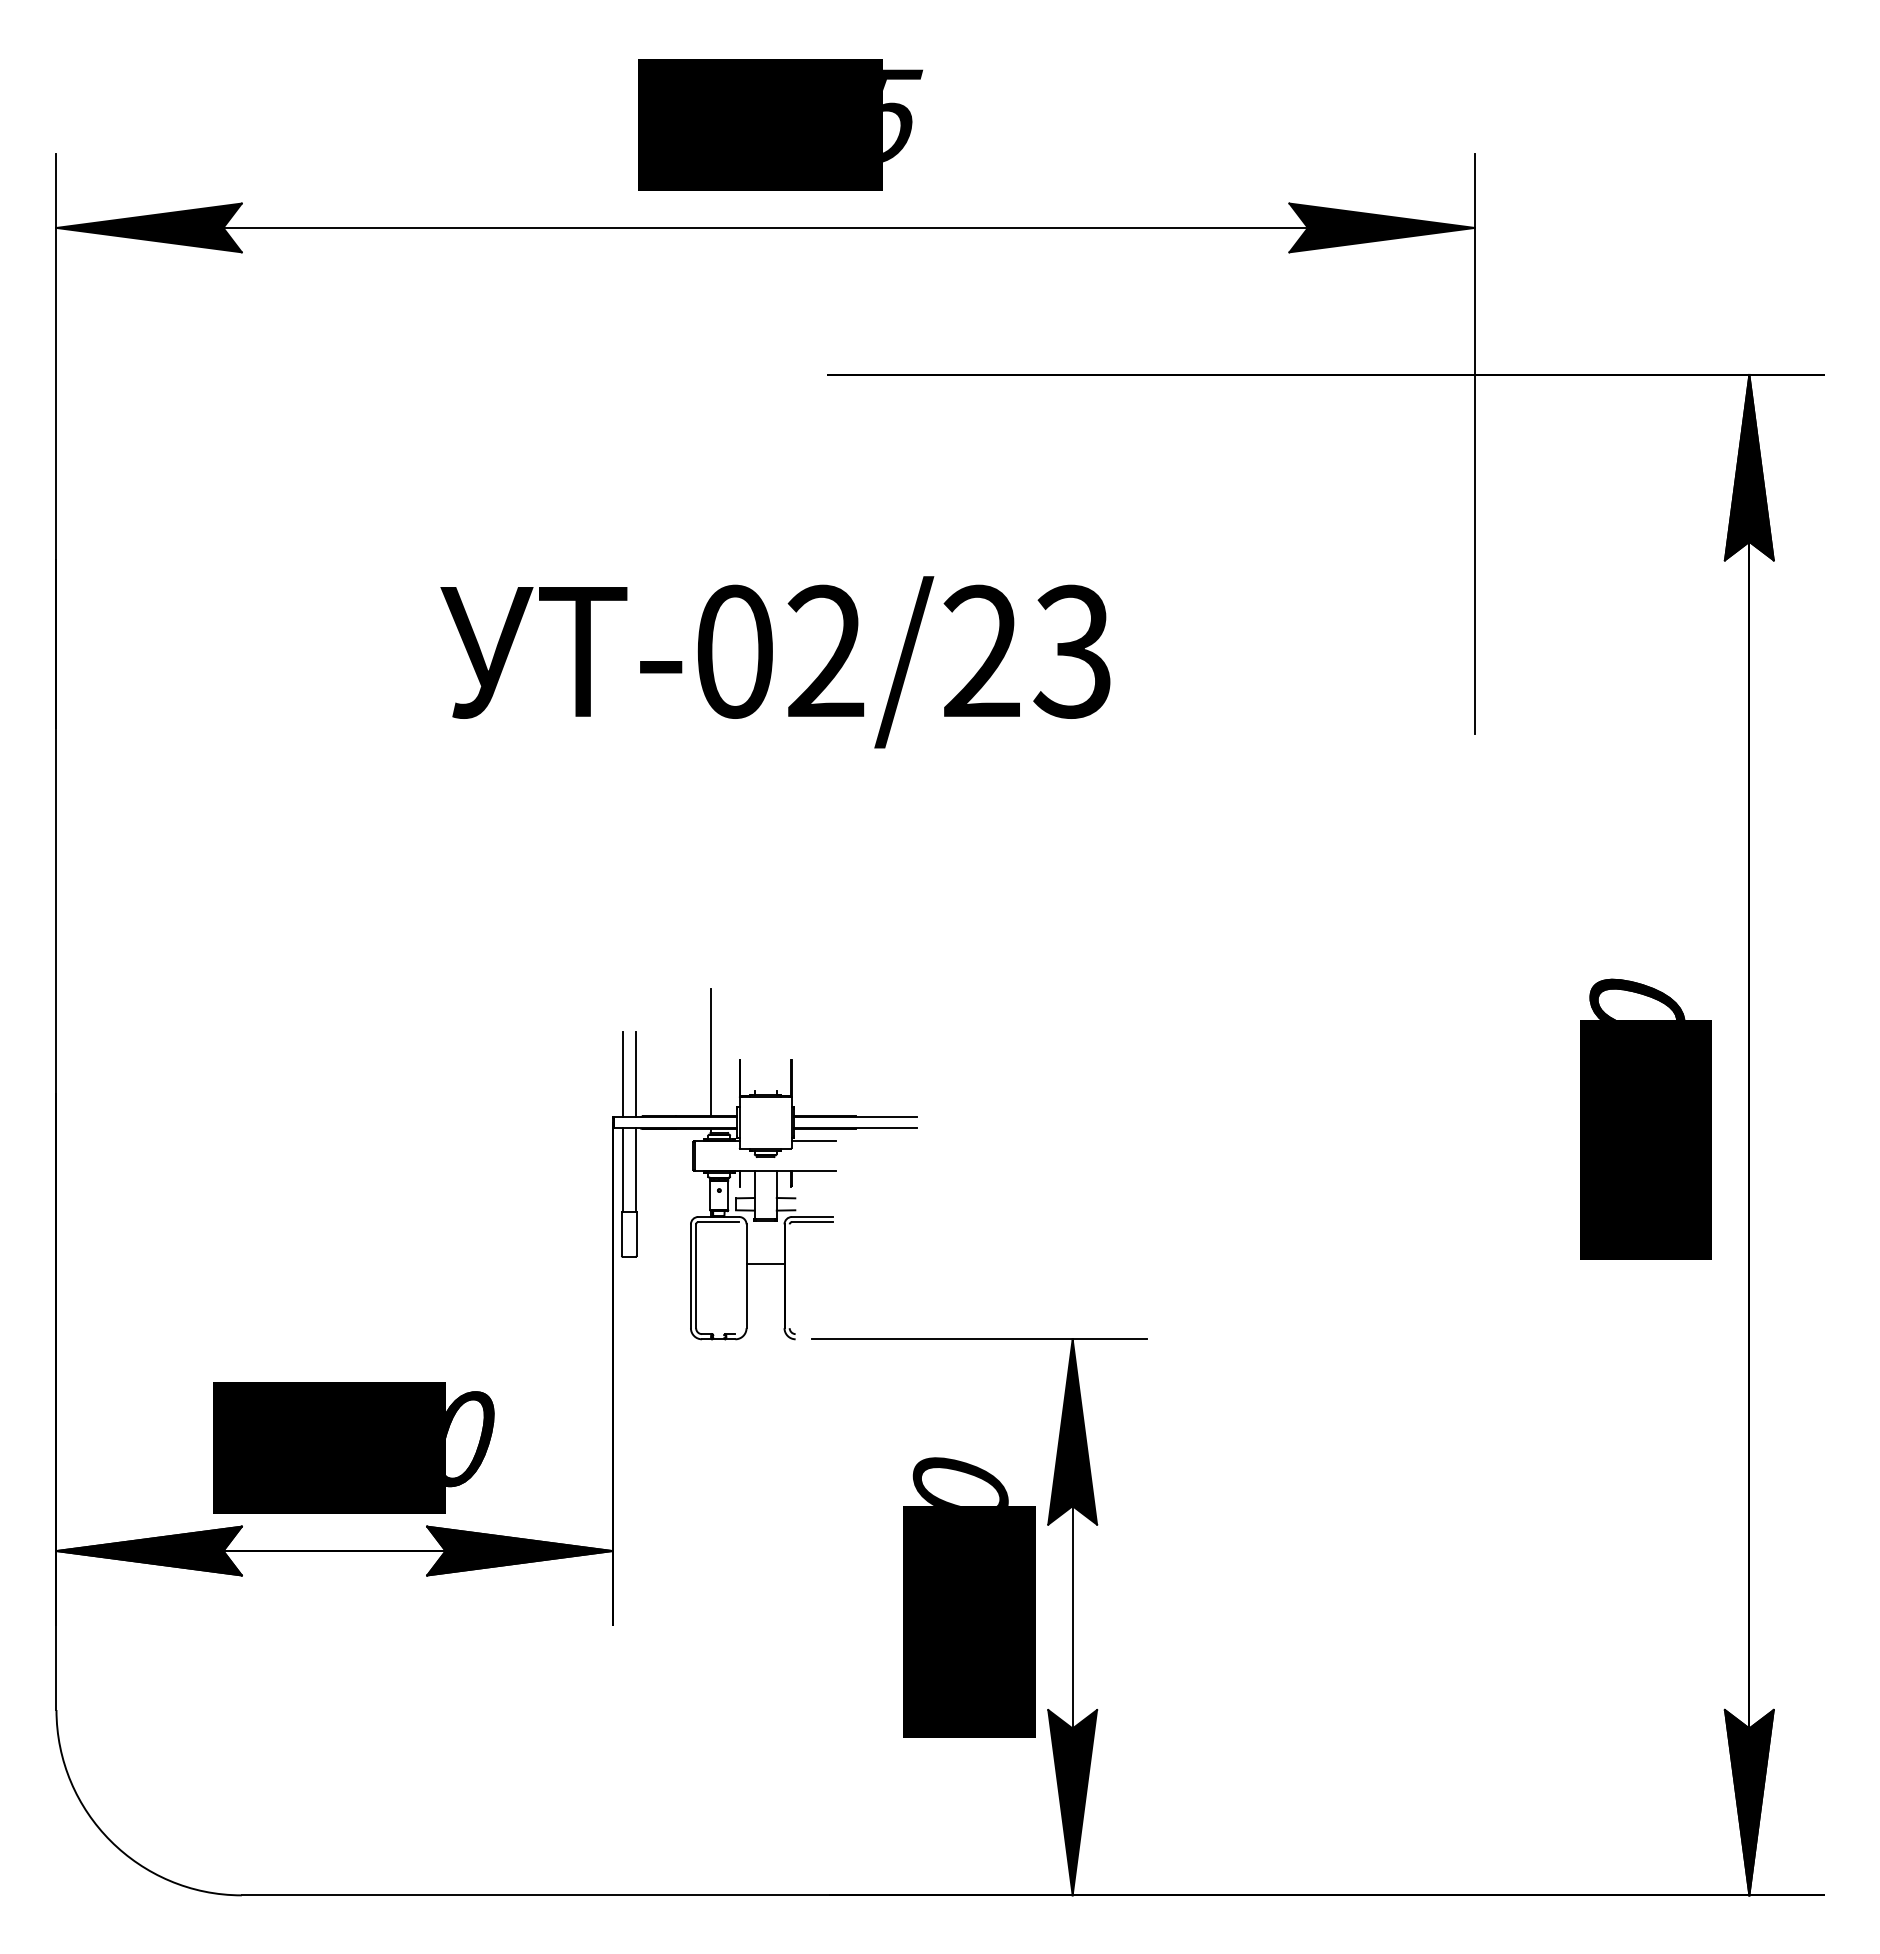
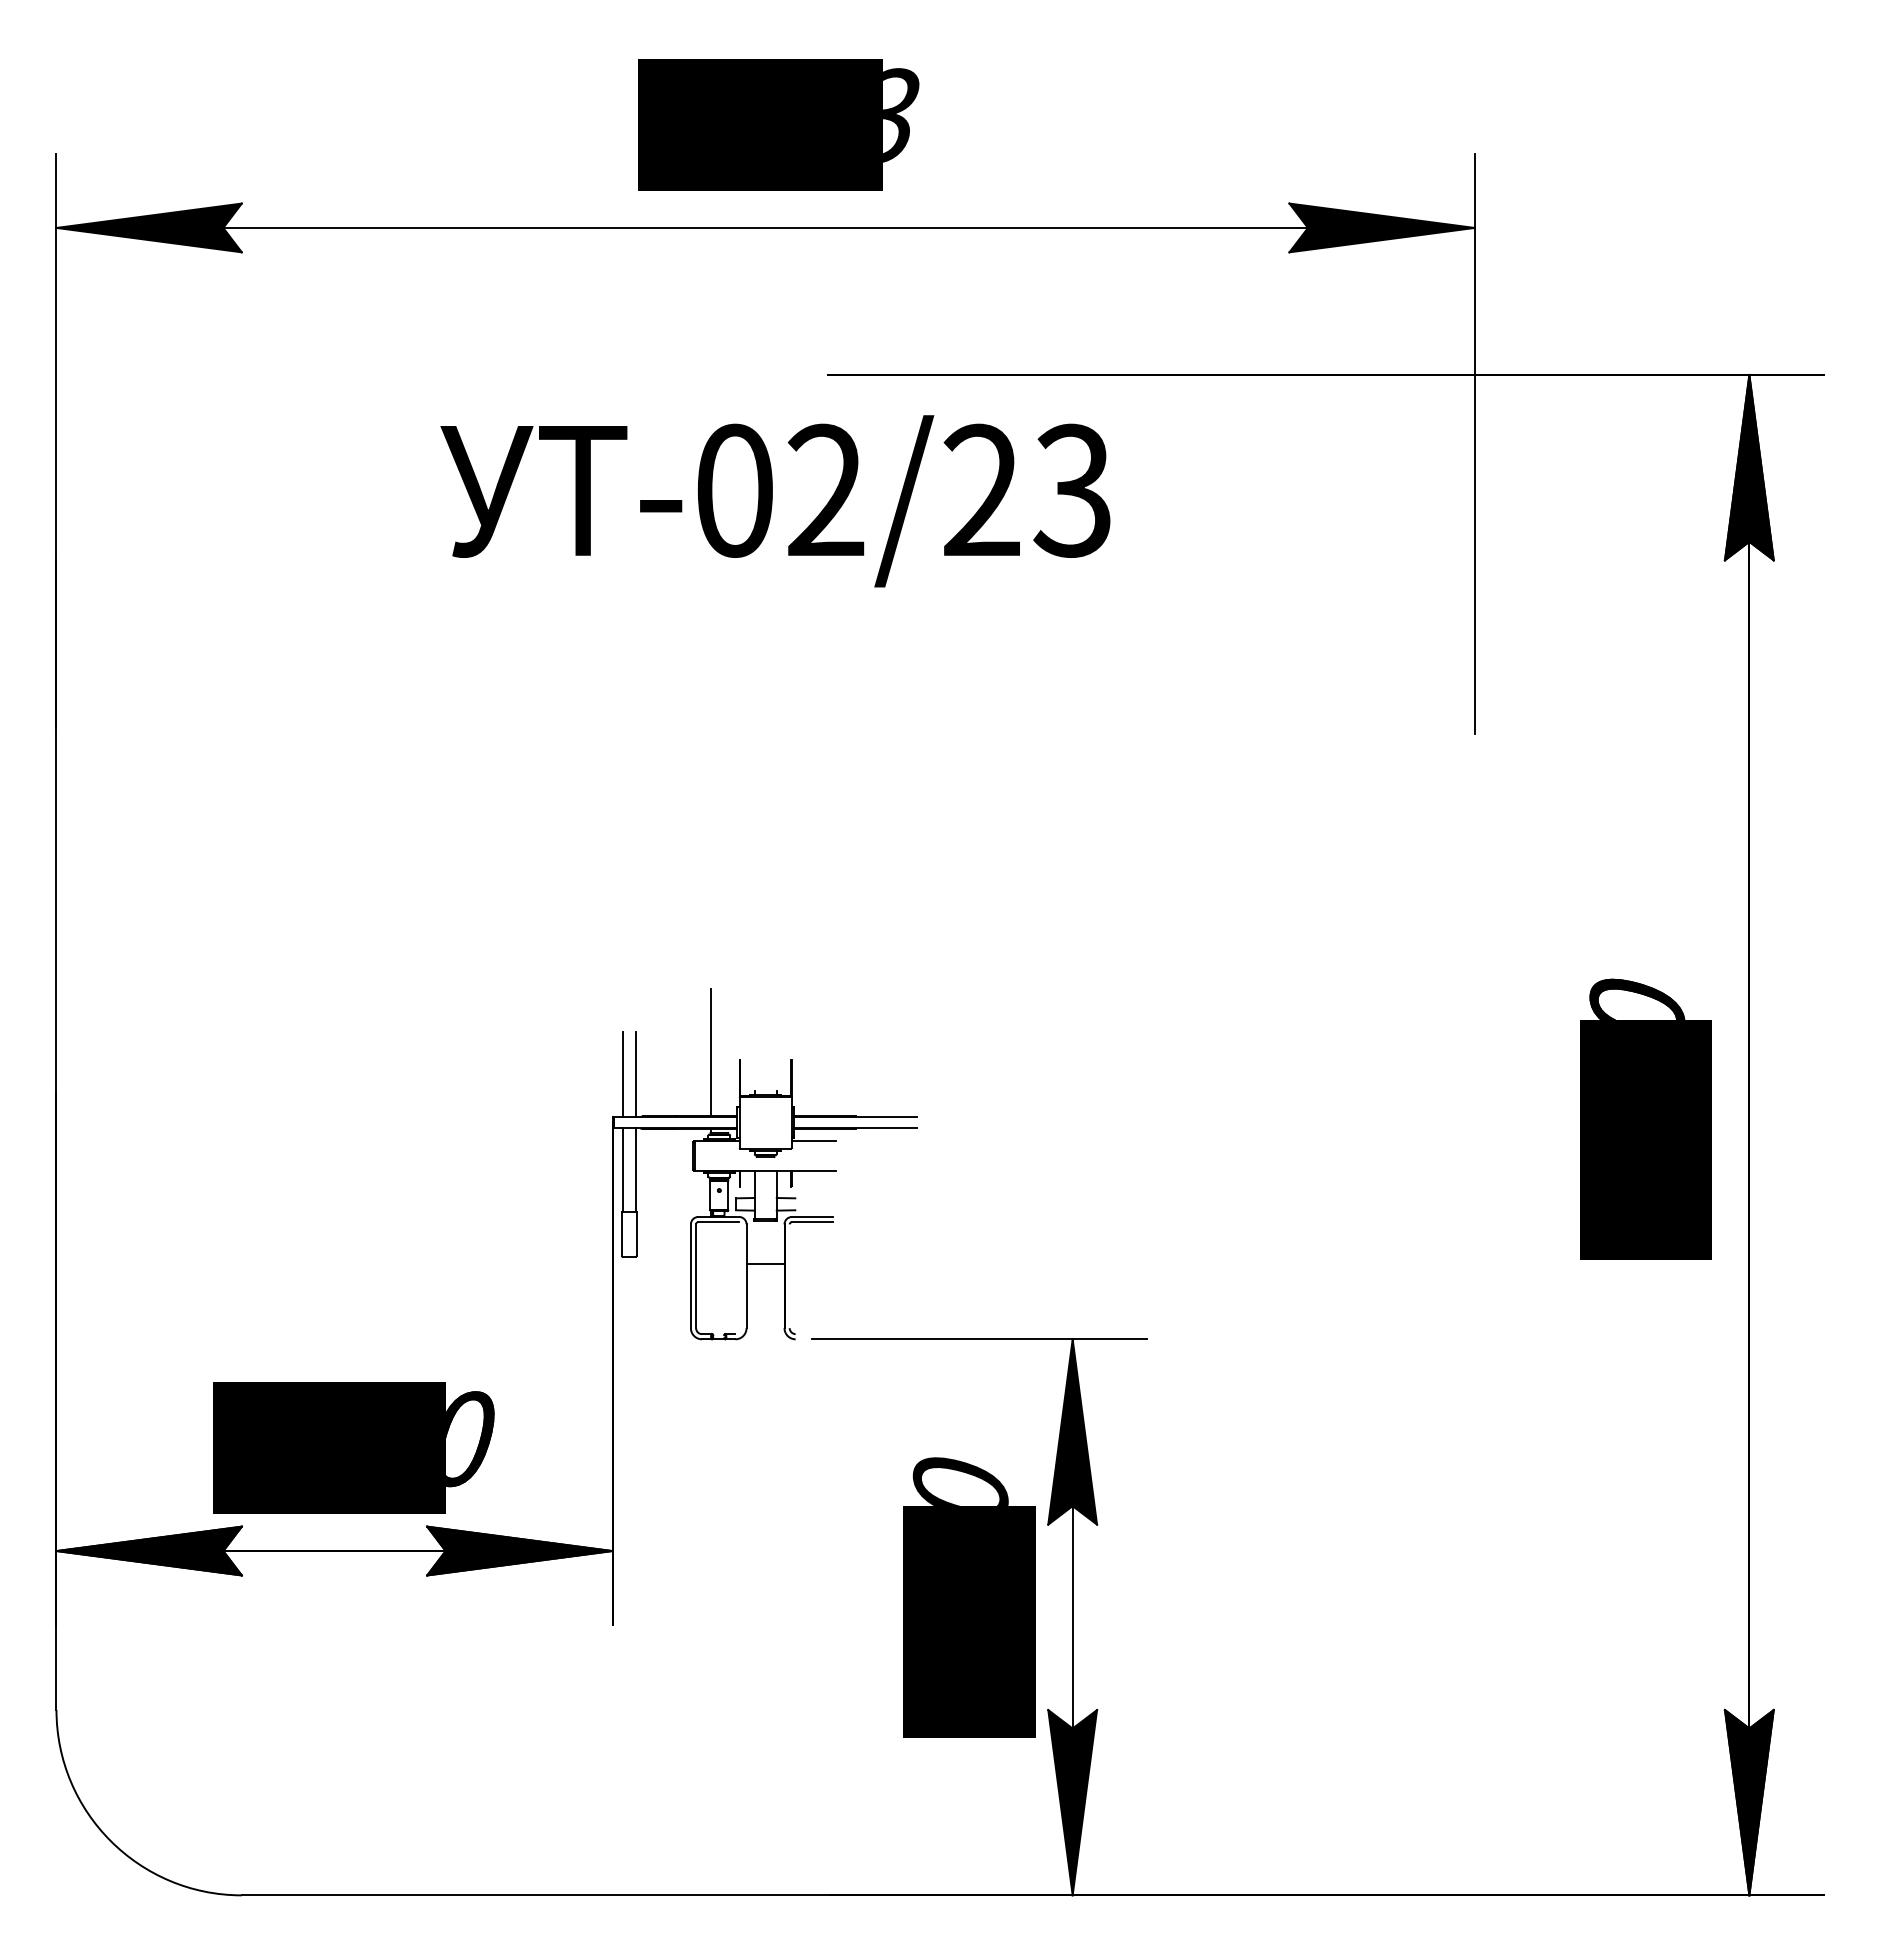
text at (903, 115): 3825 -> 3823
text at (775, 662) position: (775, 662) -> (775, 501)
